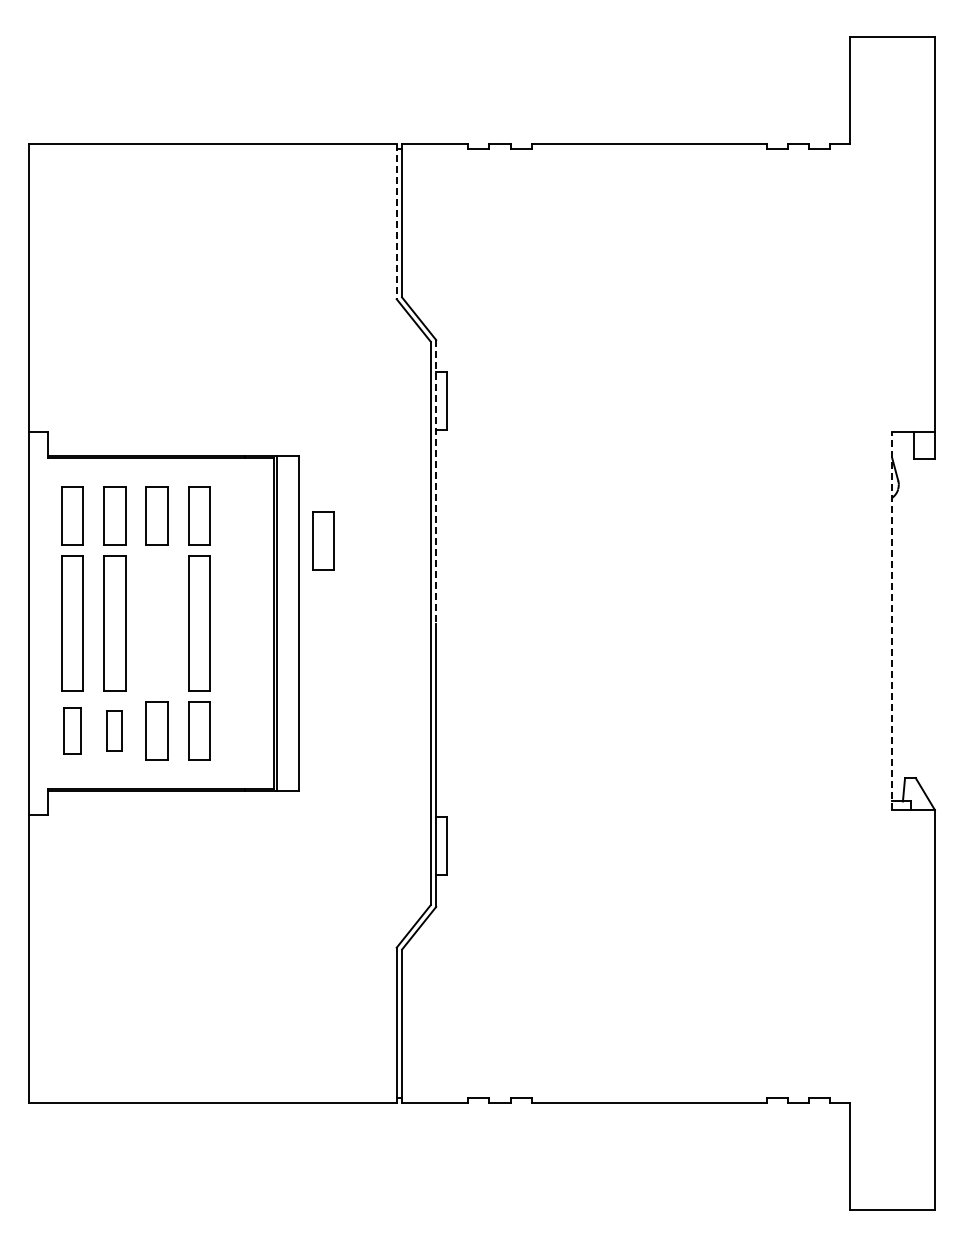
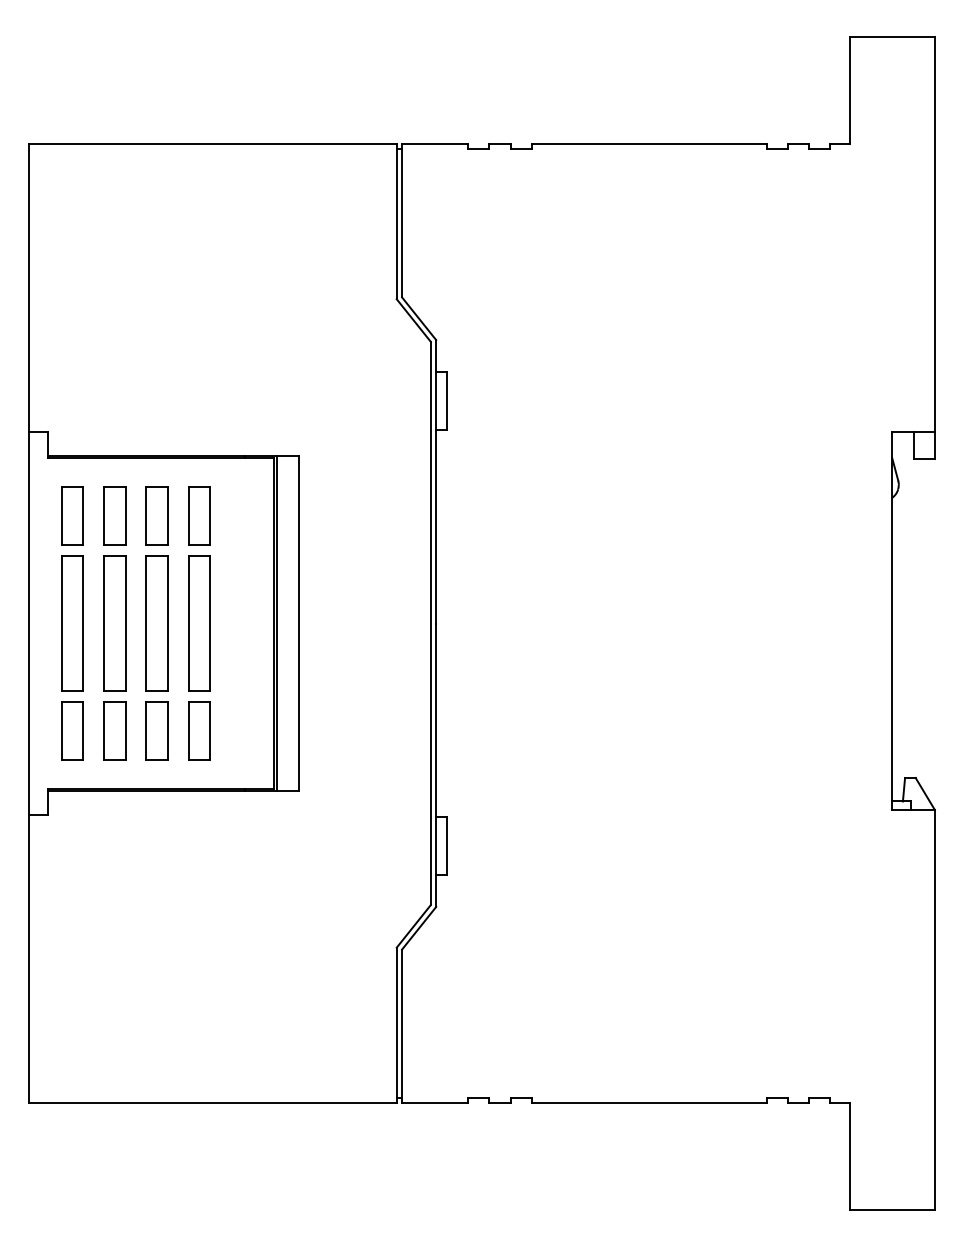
line at (396, 221): dashed -> solid
line at (436, 481): dashed -> solid
part at (323, 540): present -> none
line at (892, 620): dashed -> solid
part at (156, 623): none -> present
part at (72, 730) size: 19x48 px -> 23x60 px
part at (114, 730) size: 17x42 px -> 24x60 px
